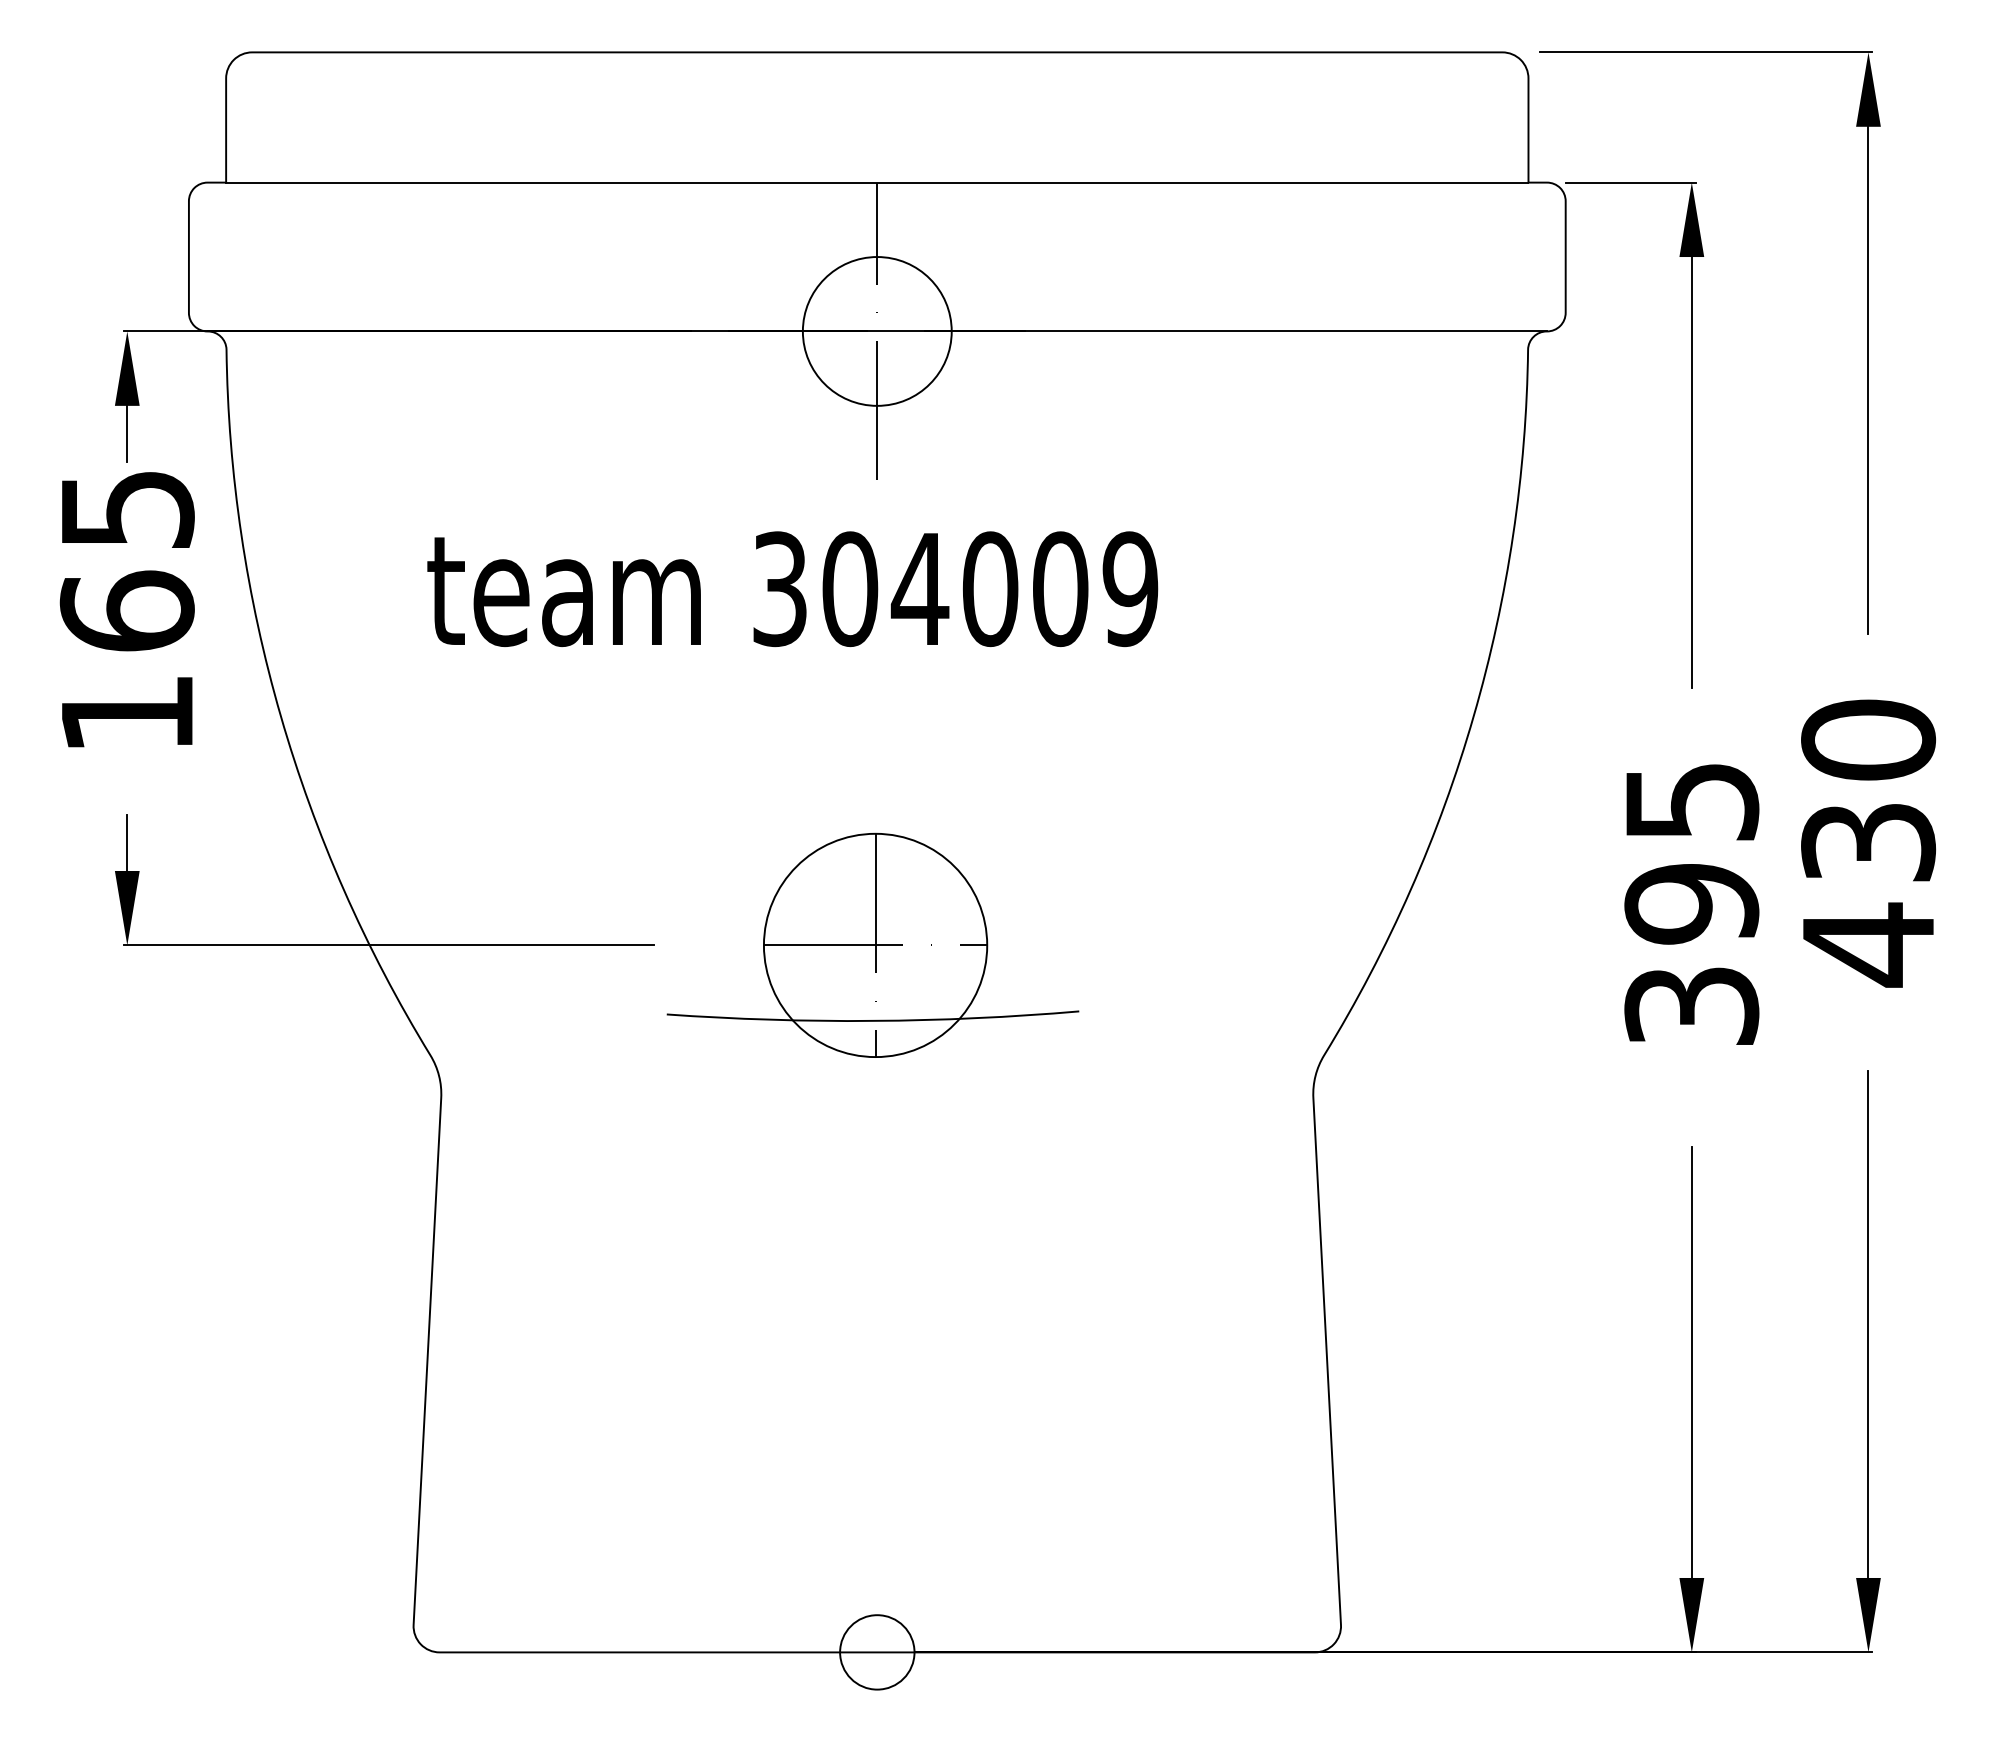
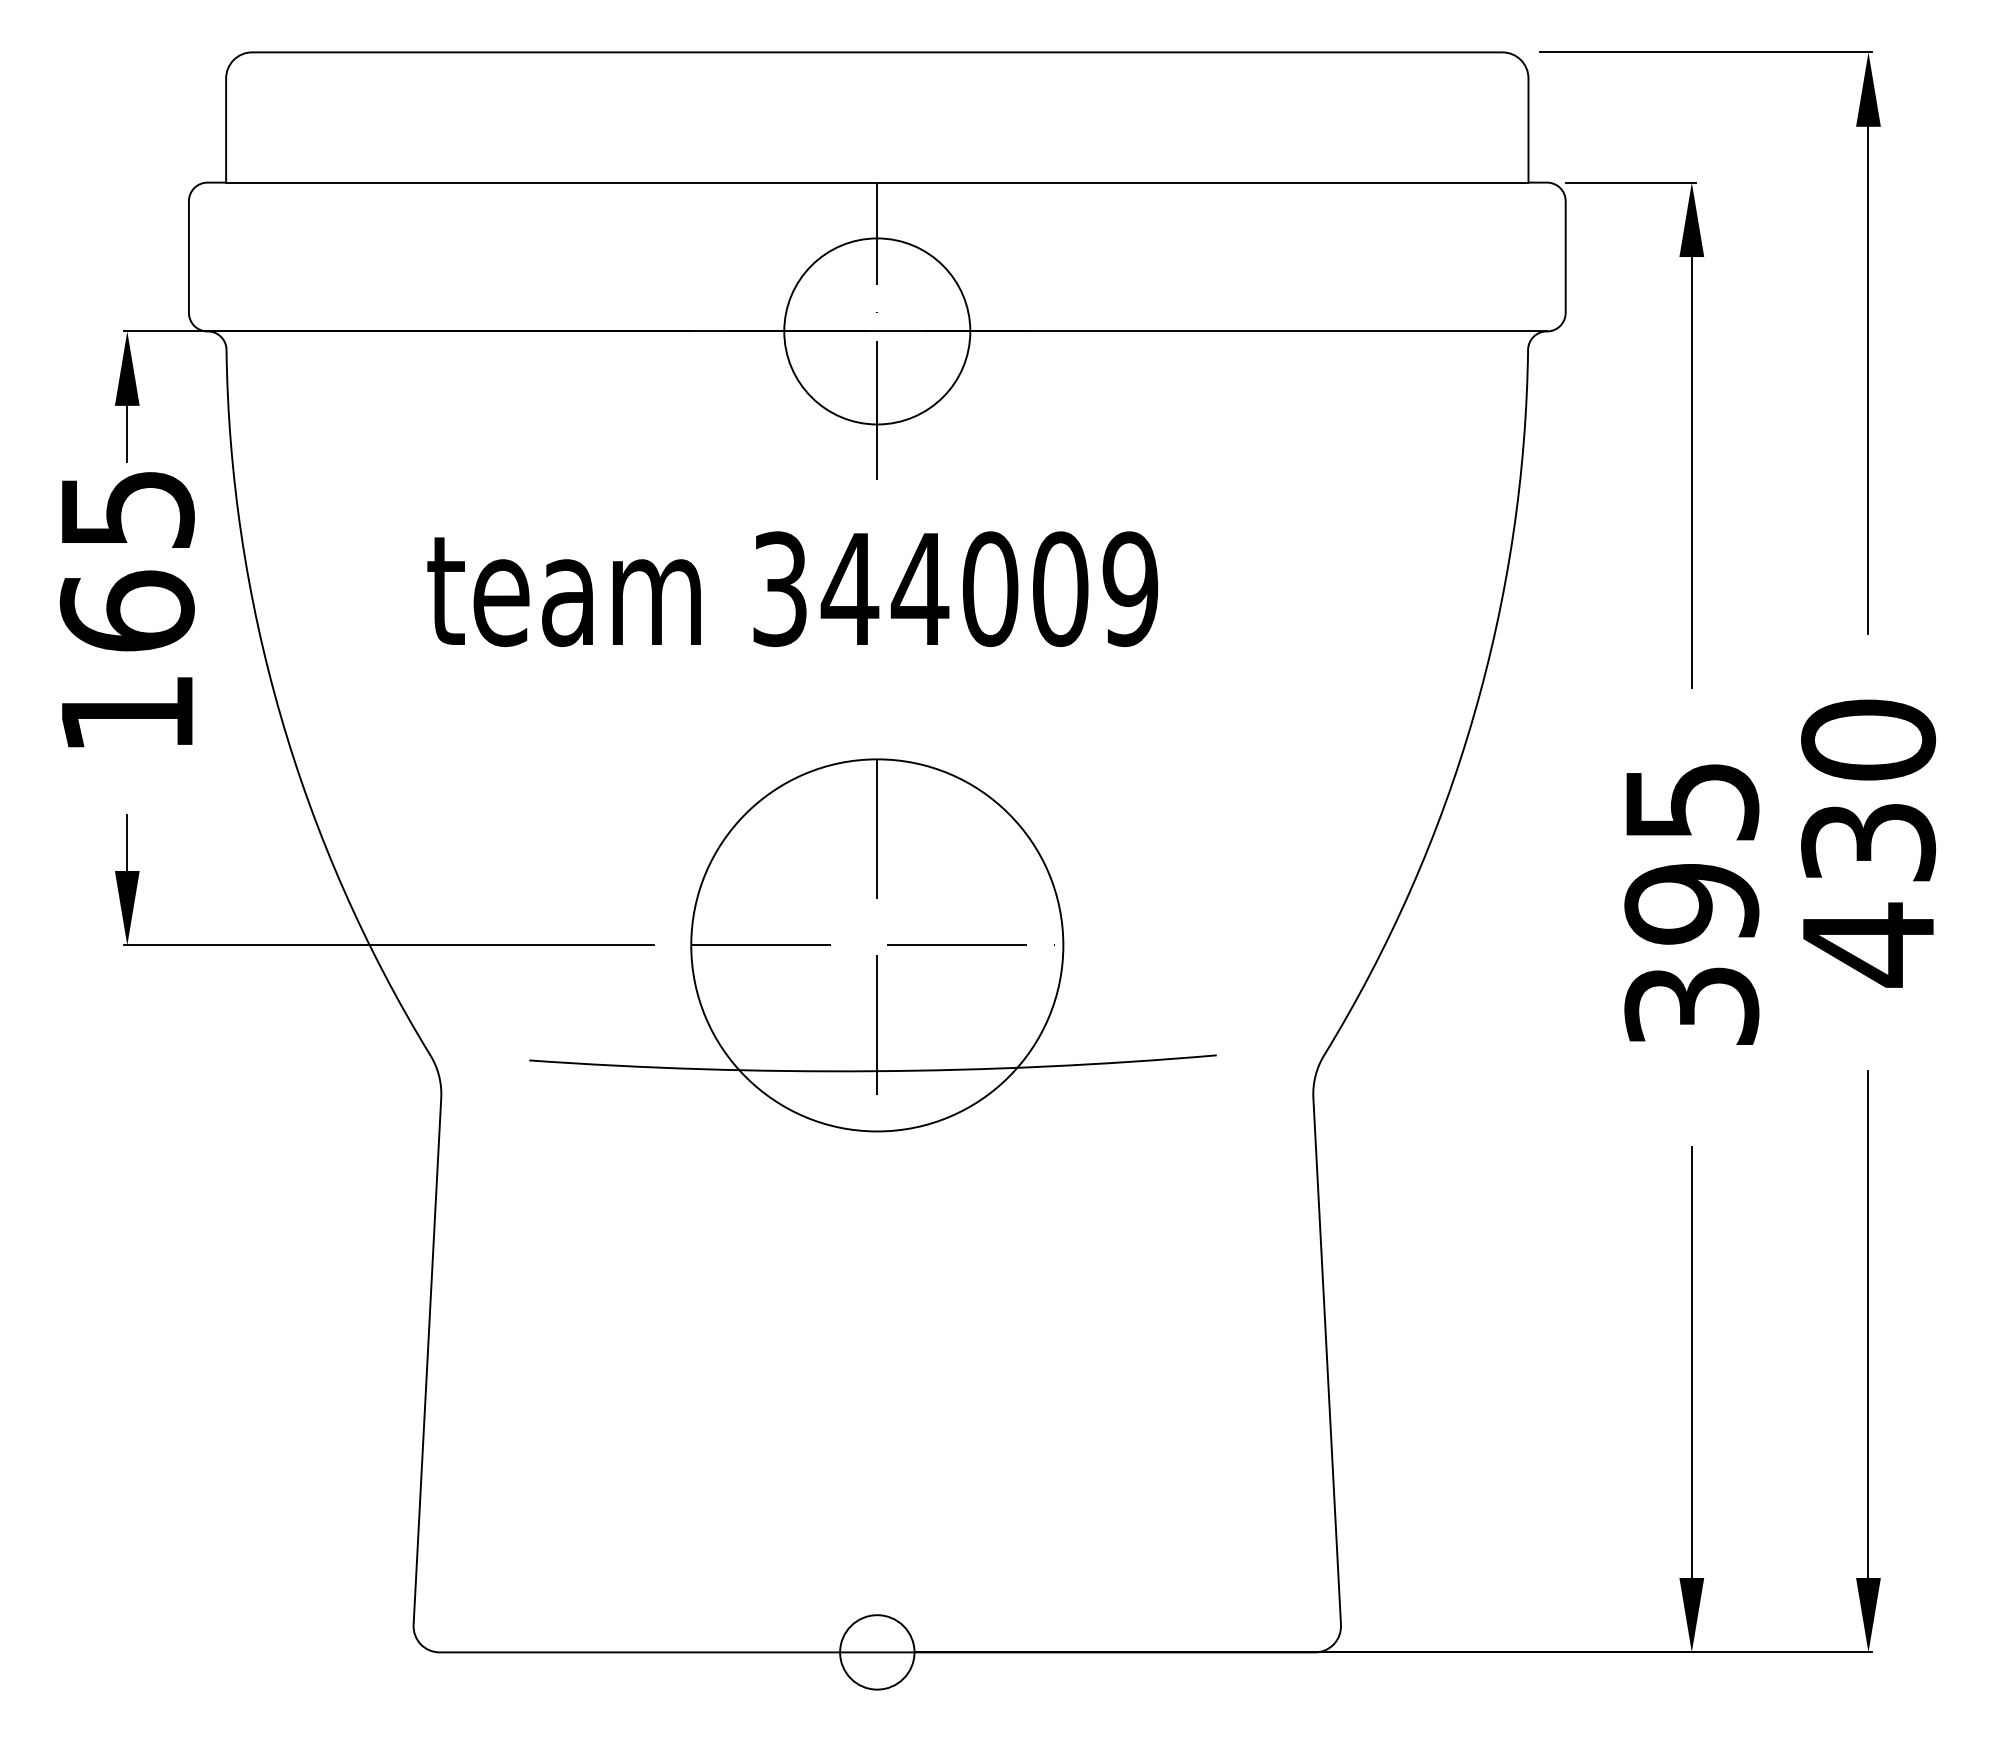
circle at (876, 331) diameter: 149 px -> 186 px
text at (849, 589): 304009 -> 344009
part at (872, 944) size: 414x226 px -> 688x375 px
